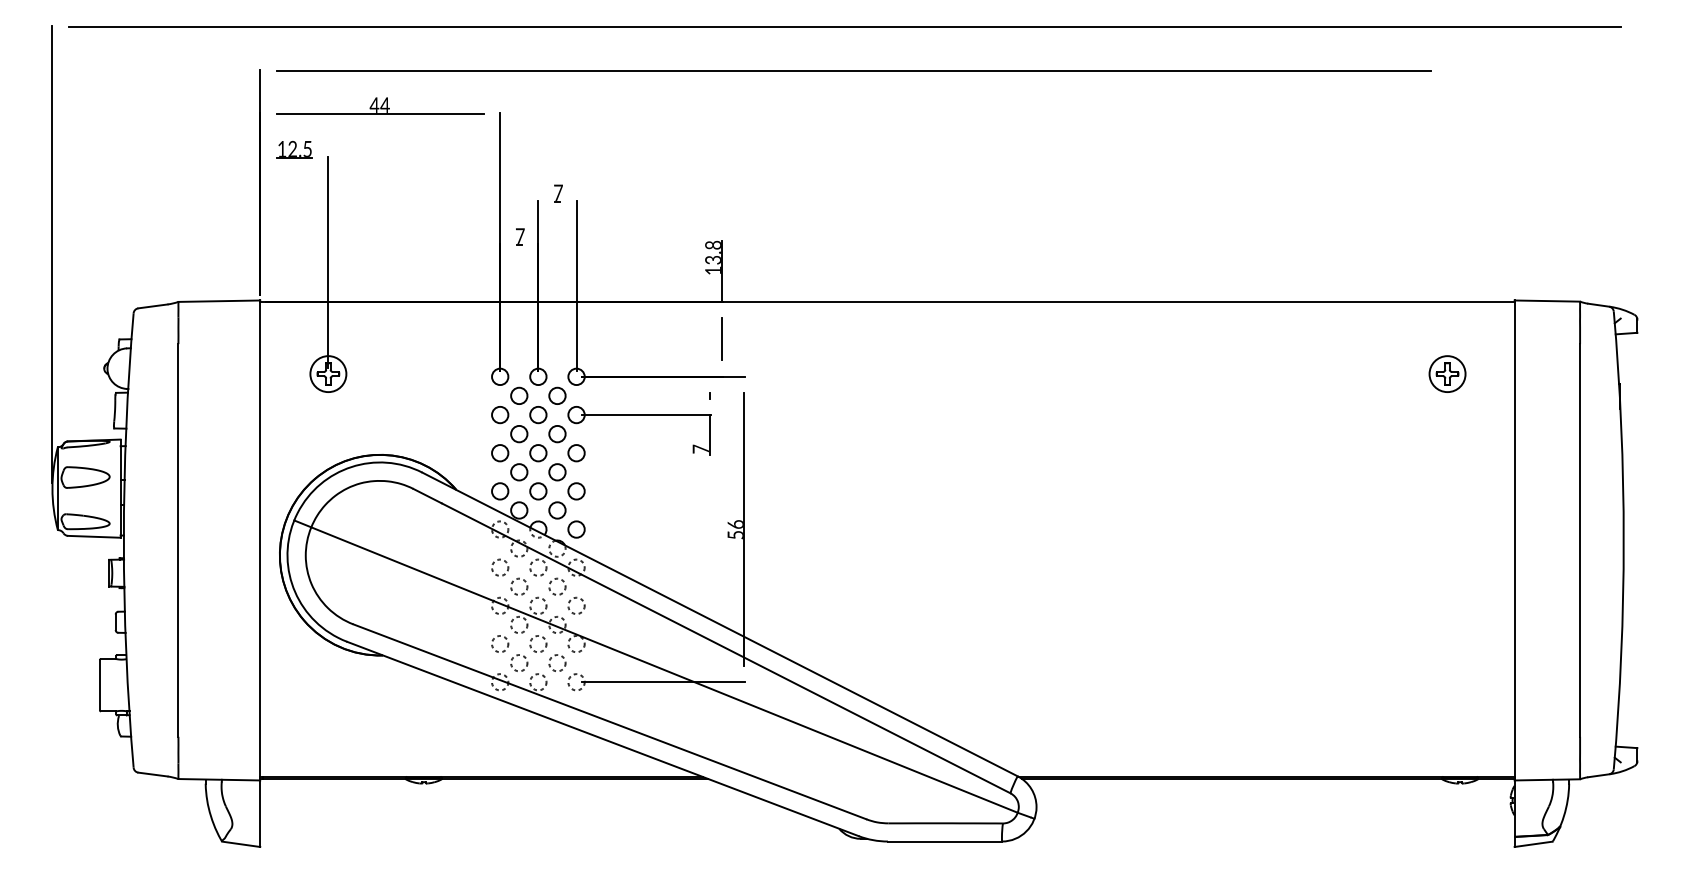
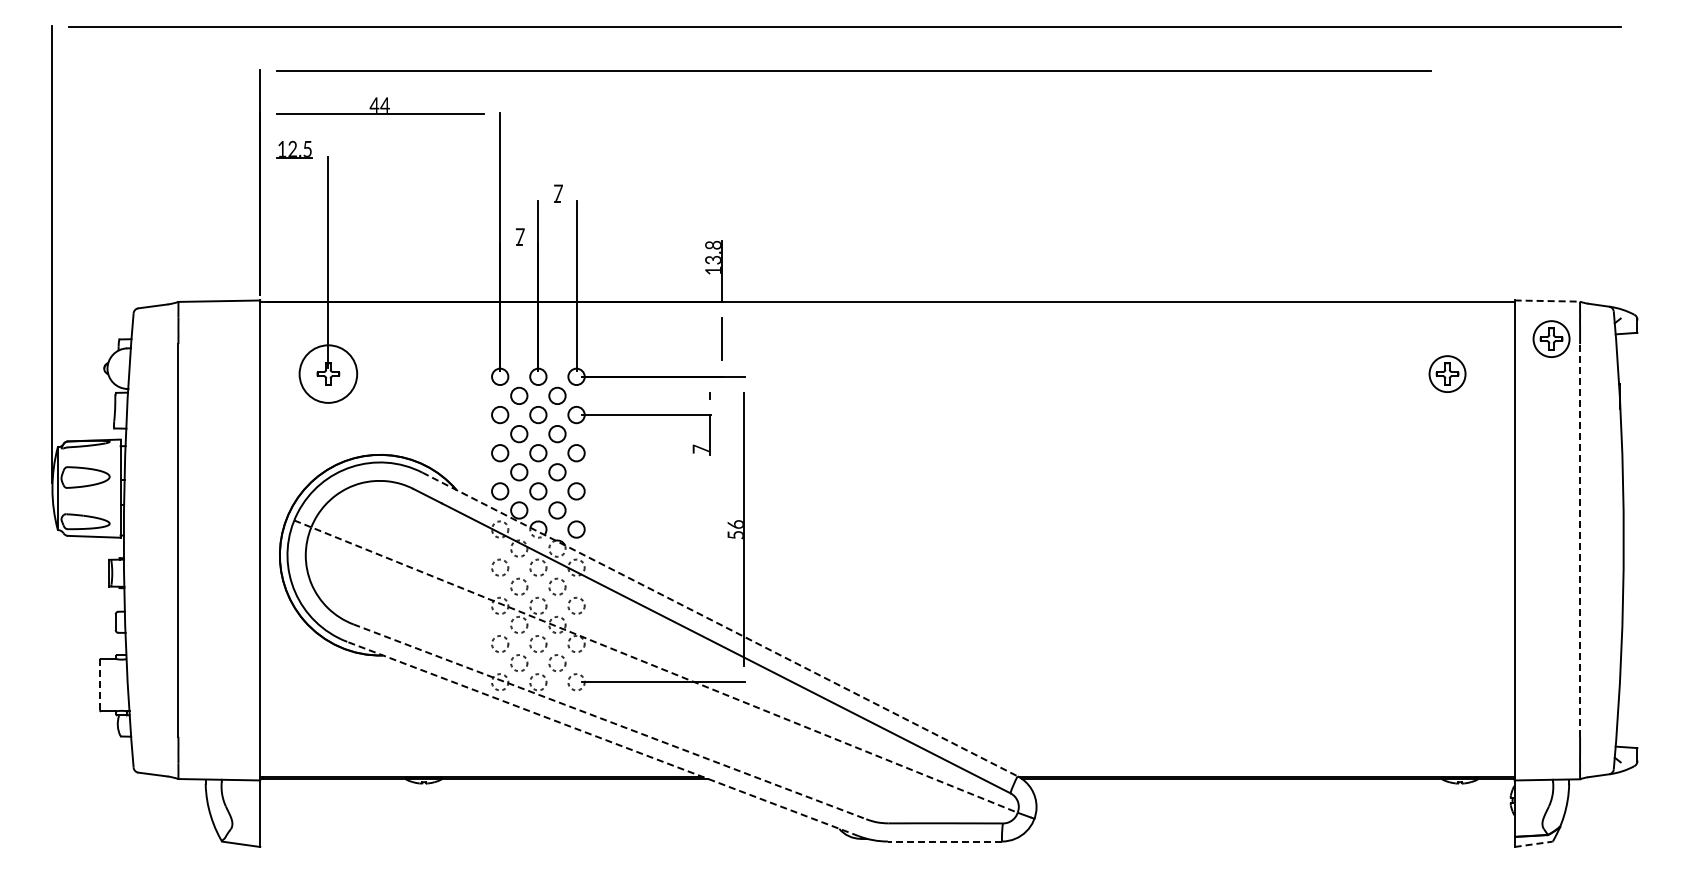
line at (1547, 301): solid -> dashed
part at (1551, 338): none -> present
circle at (328, 374) diameter: 36 px -> 58 px
line at (1580, 539): solid -> dashed
line at (720, 624): solid -> dashed
line at (656, 666): solid -> dashed
line at (99, 684): solid -> dashed
line at (610, 721): solid -> dashed
line at (603, 739): solid -> dashed
line at (944, 841): solid -> dashed
line at (1534, 844): solid -> dashed
